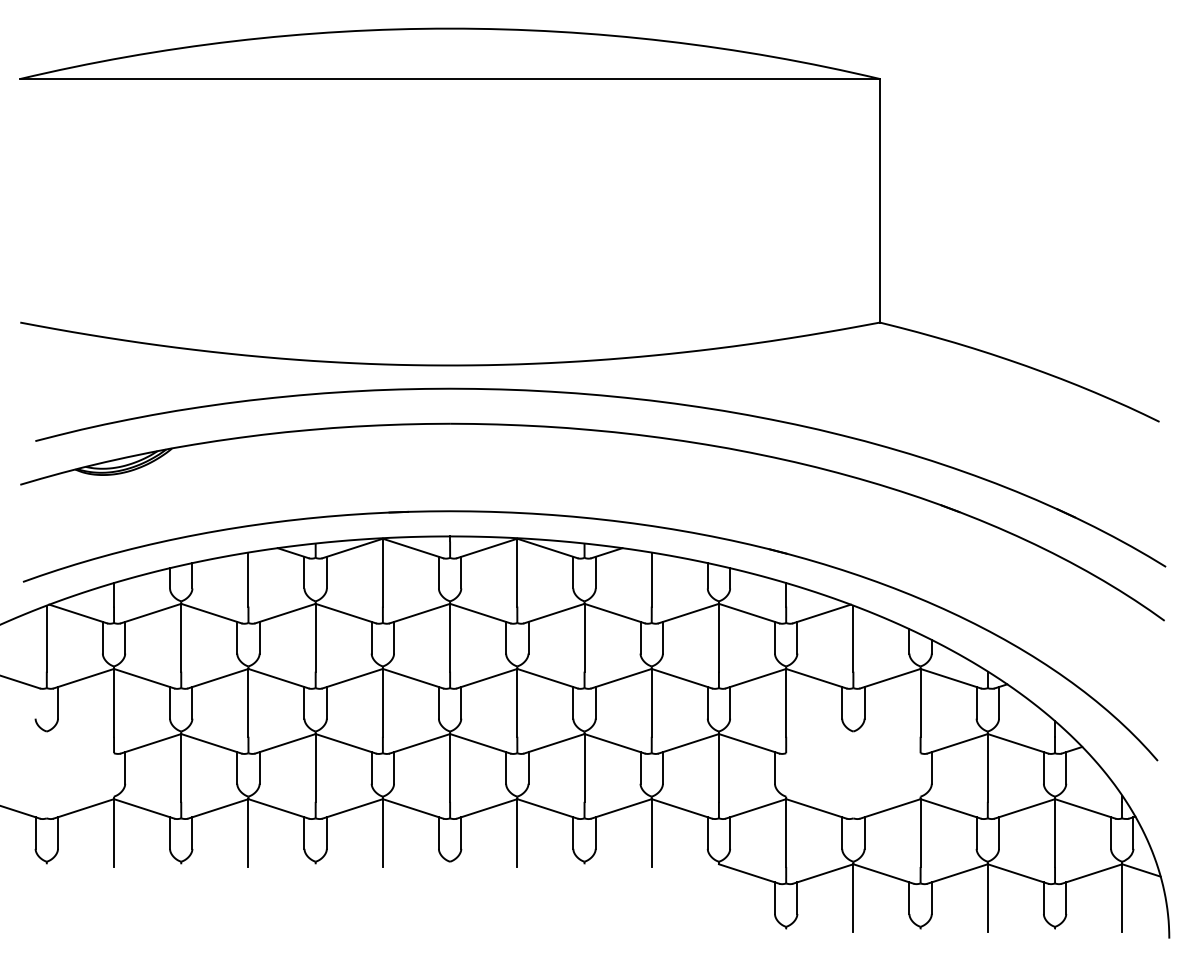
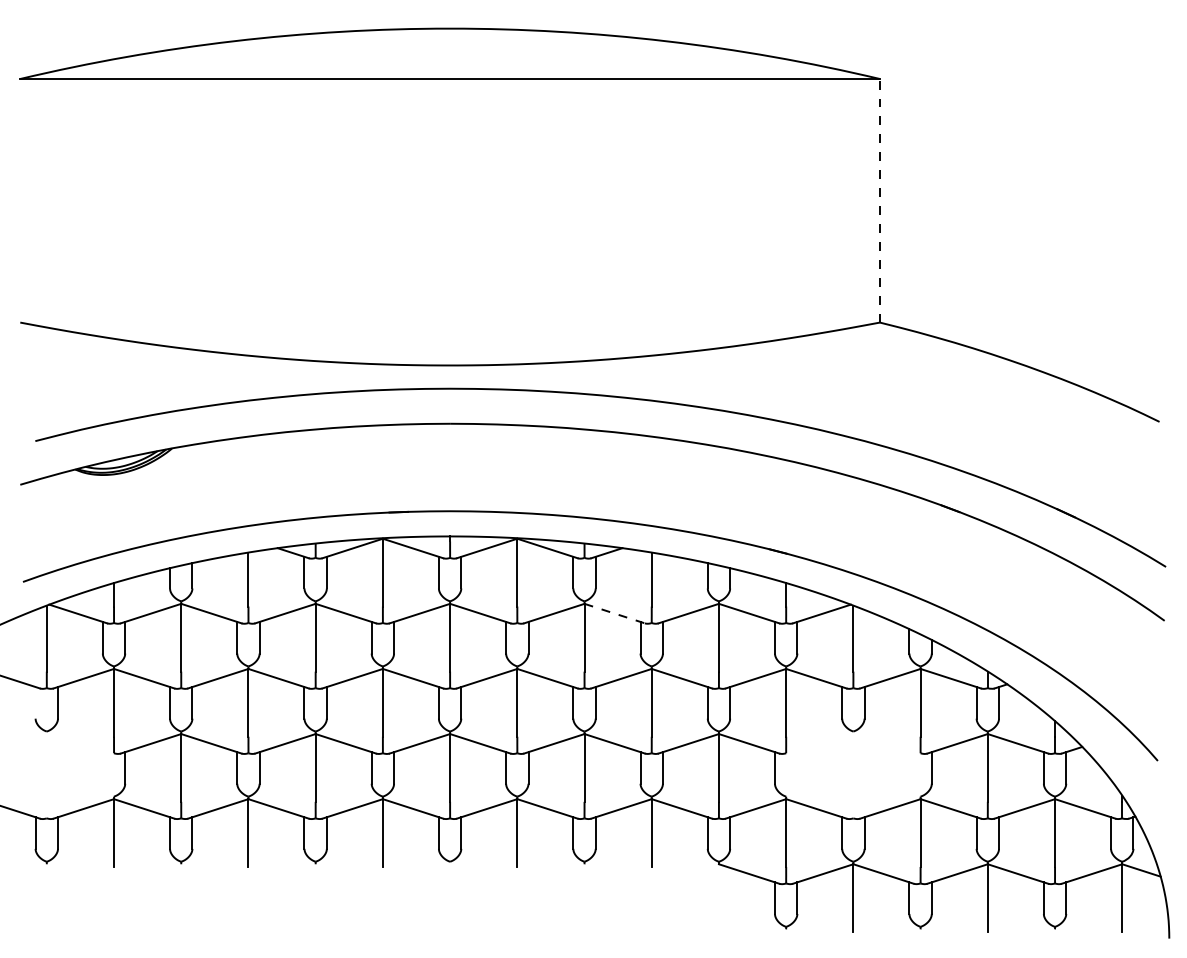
line at (879, 200): solid -> dashed
line at (614, 613): solid -> dashed
